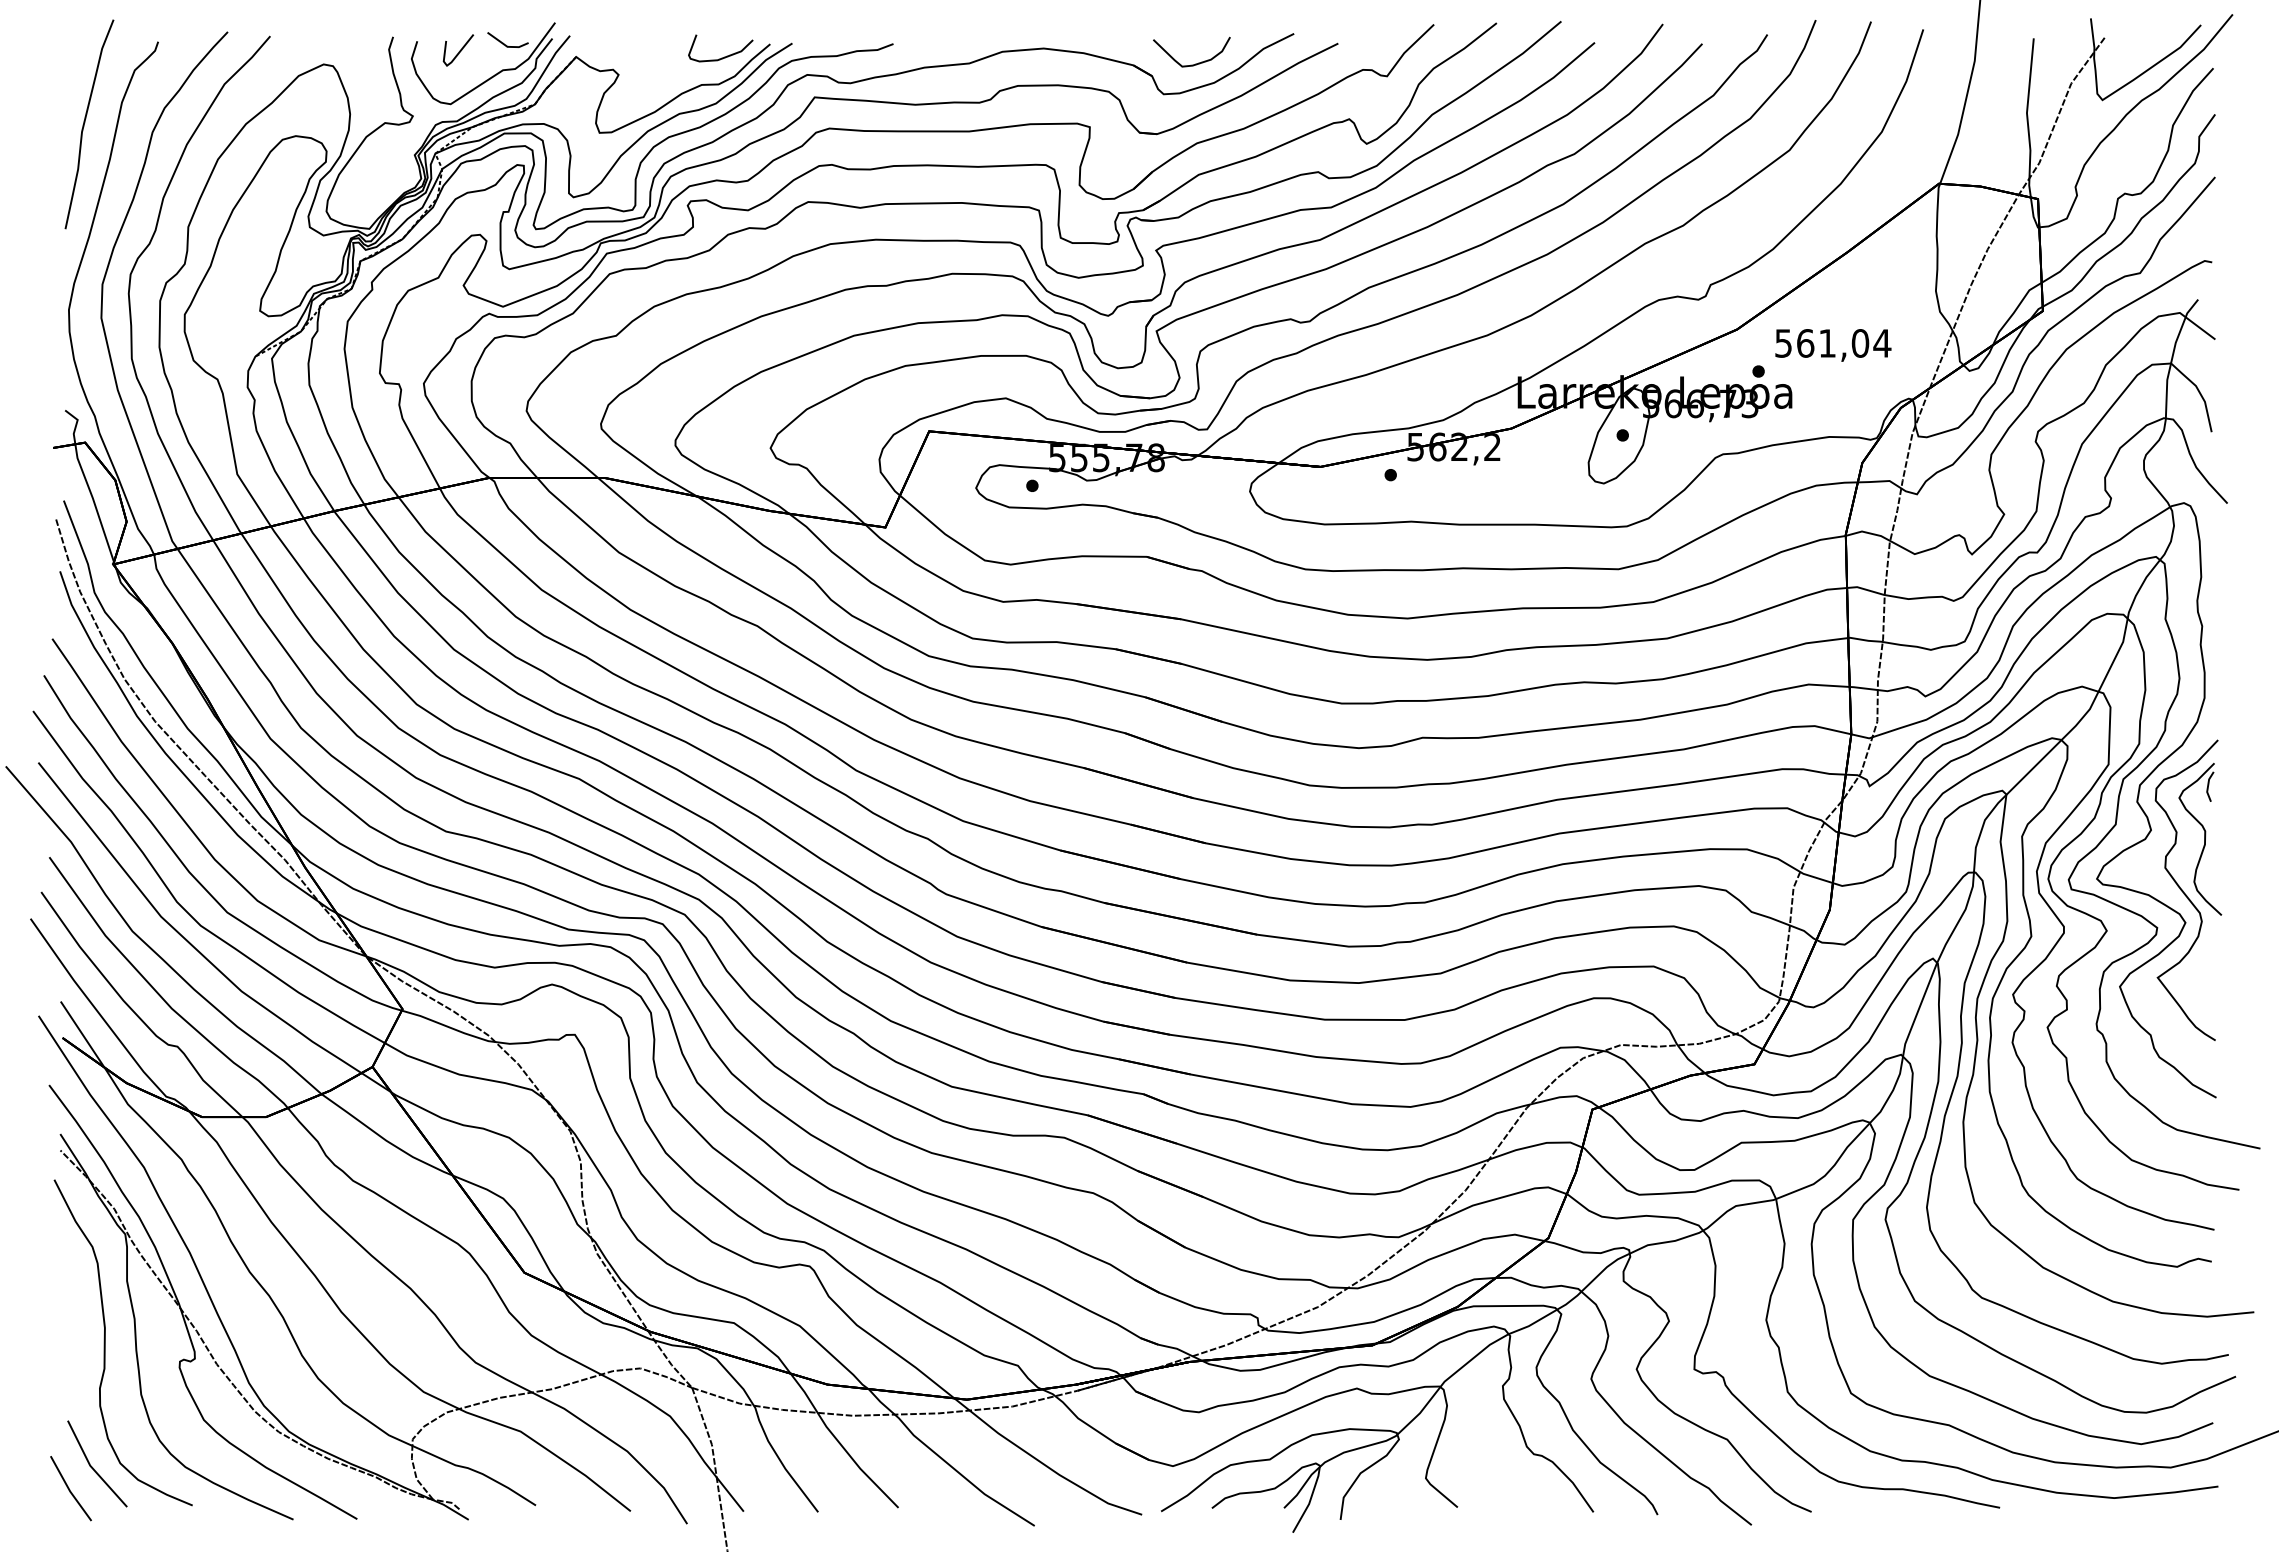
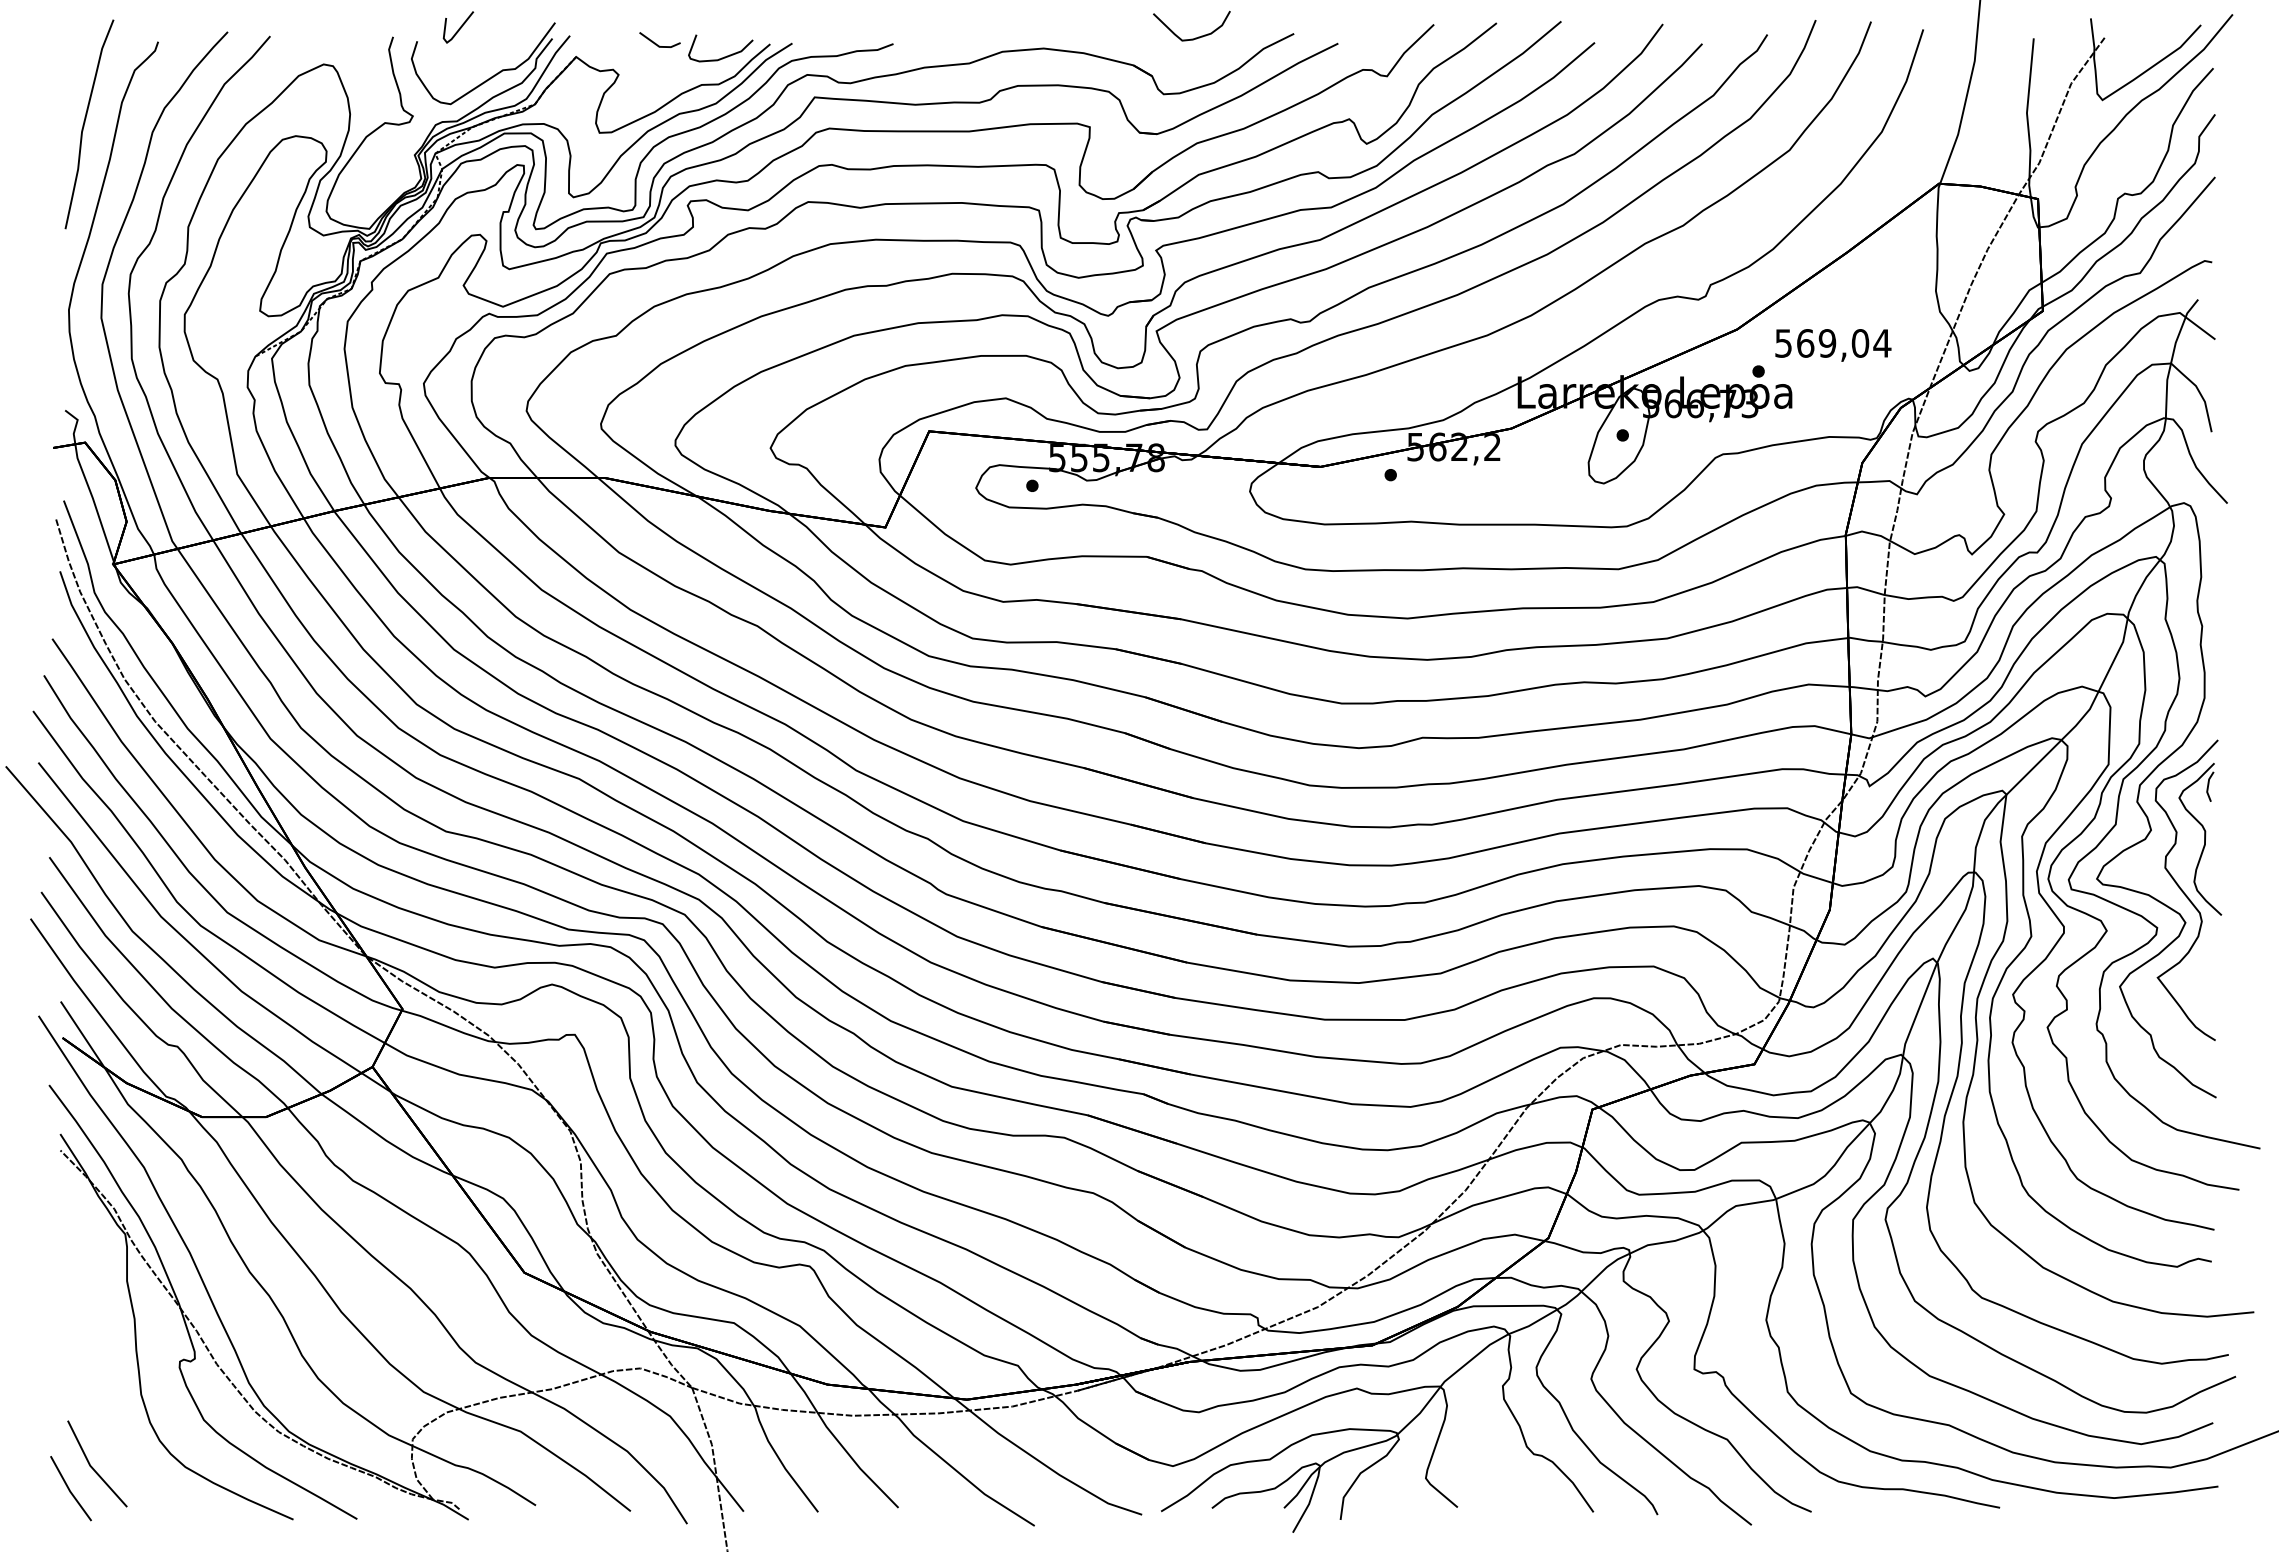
line at (503, 42) position: (503, 42) -> (655, 42)
line at (459, 50) position: (459, 50) -> (459, 27)
curve at (1195, 63) position: (1195, 63) -> (1195, 37)
text at (1827, 343): 561,04 -> 569,04
curve at (105, 1342): present -> none
